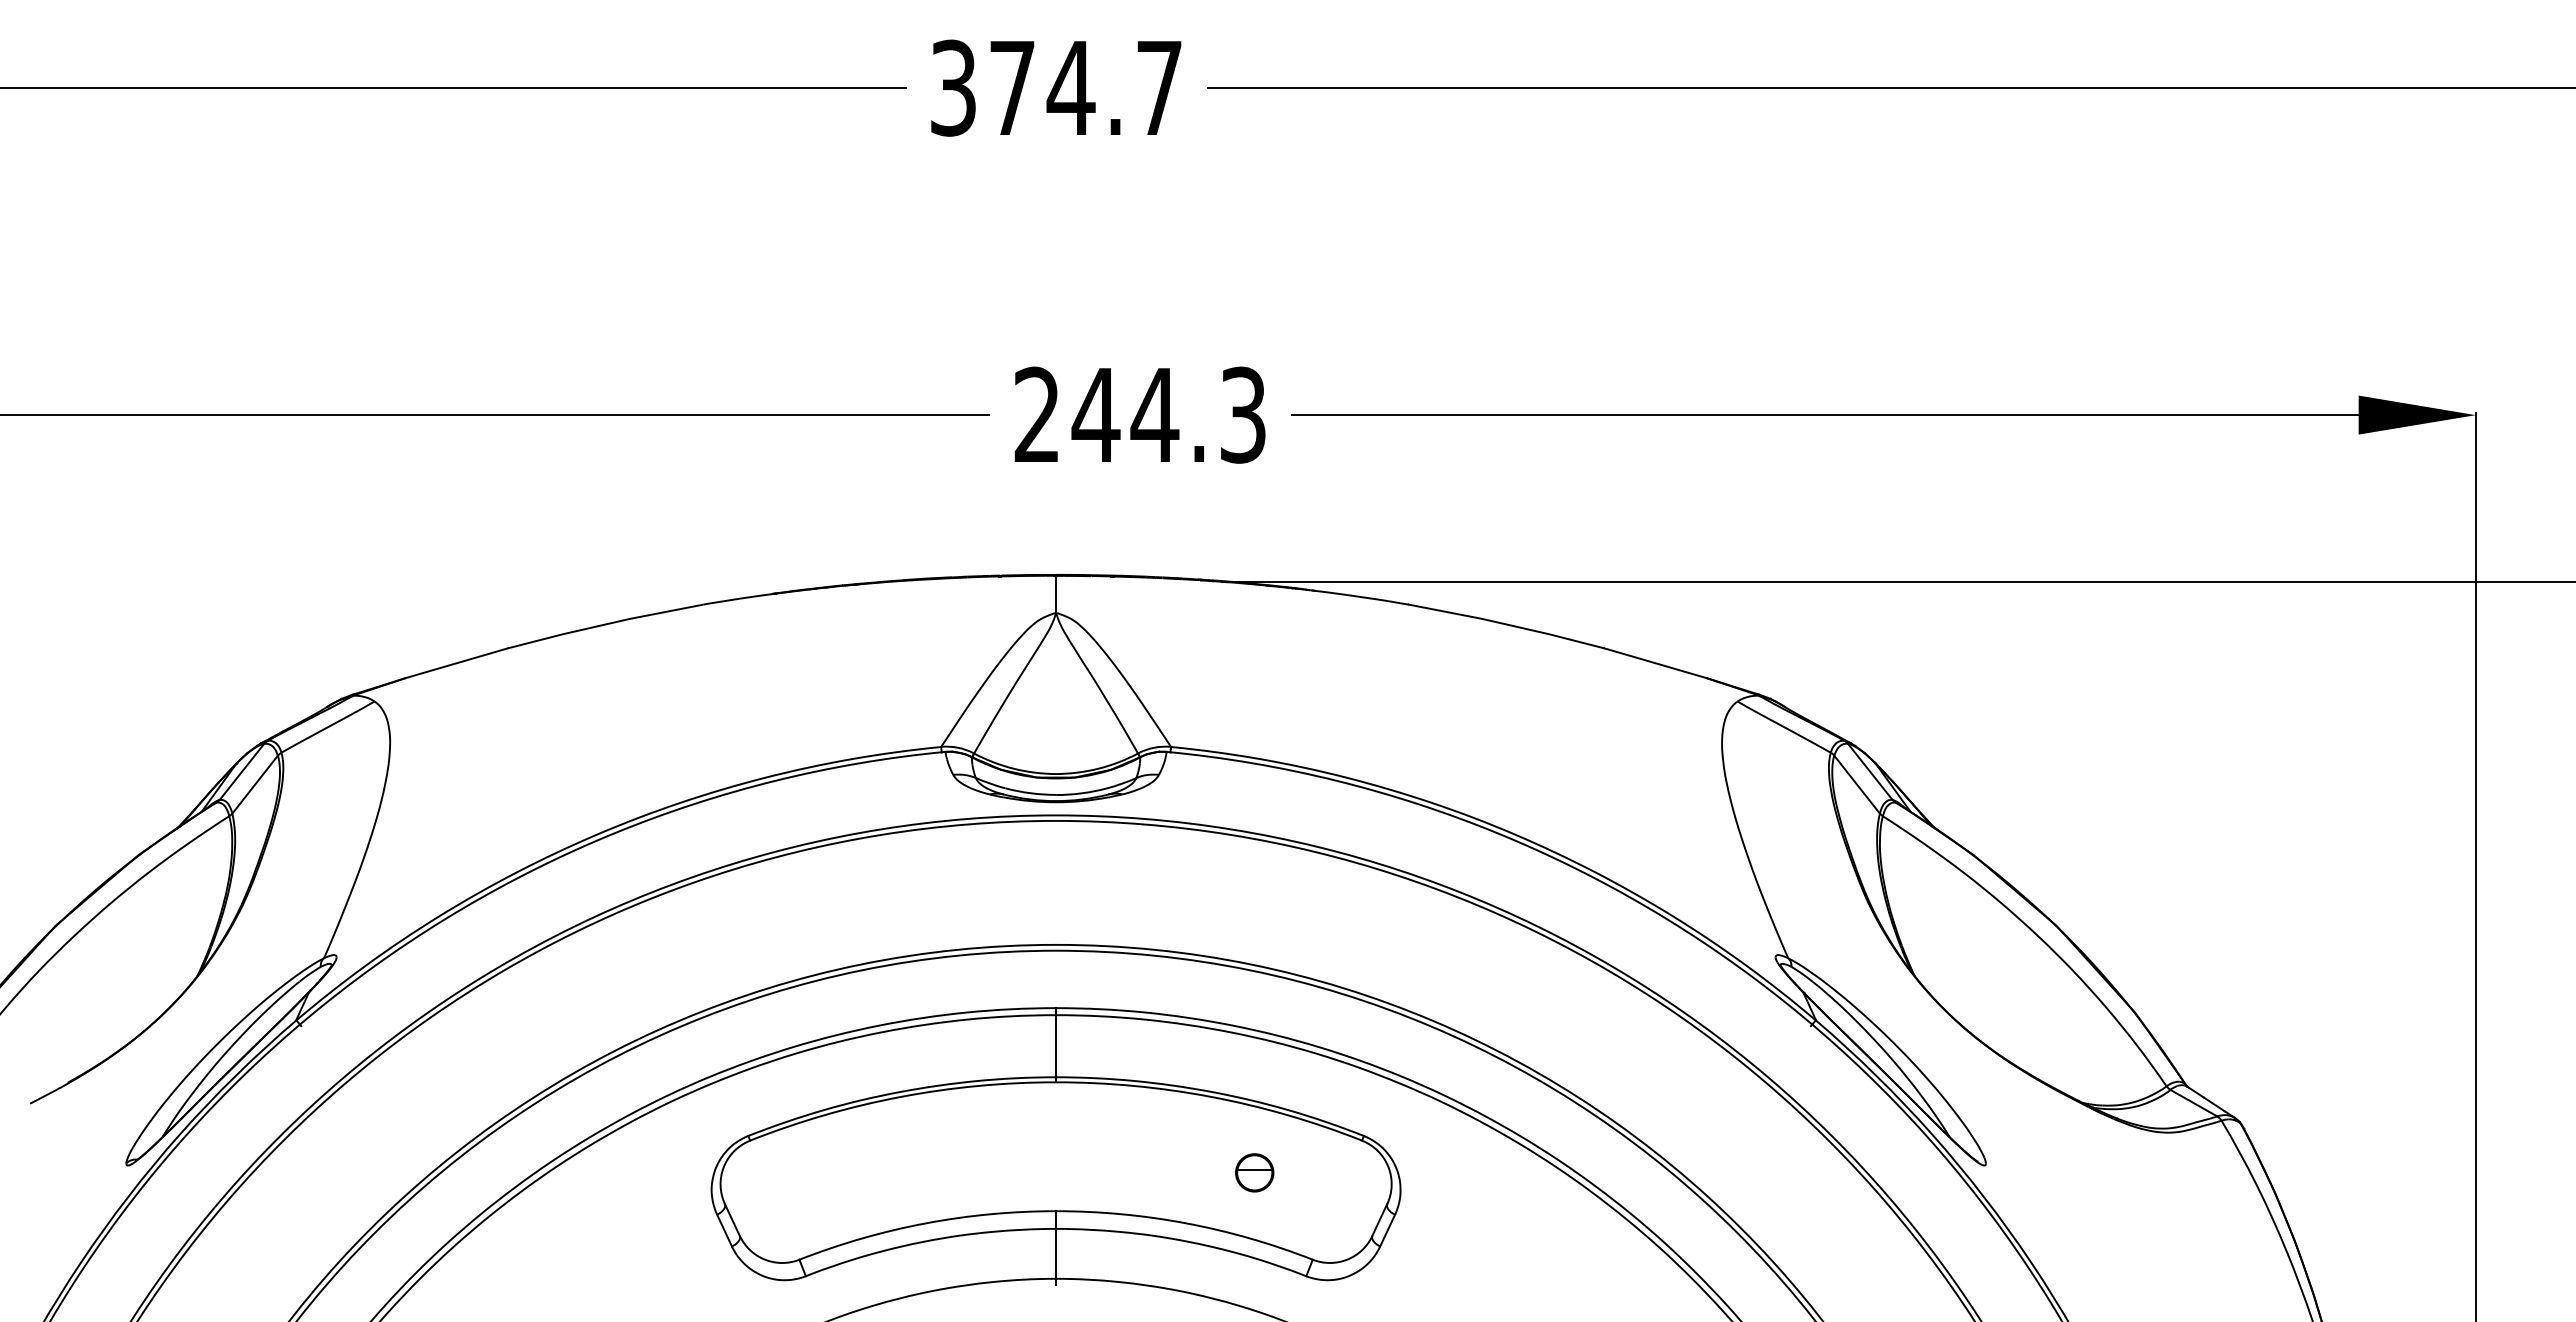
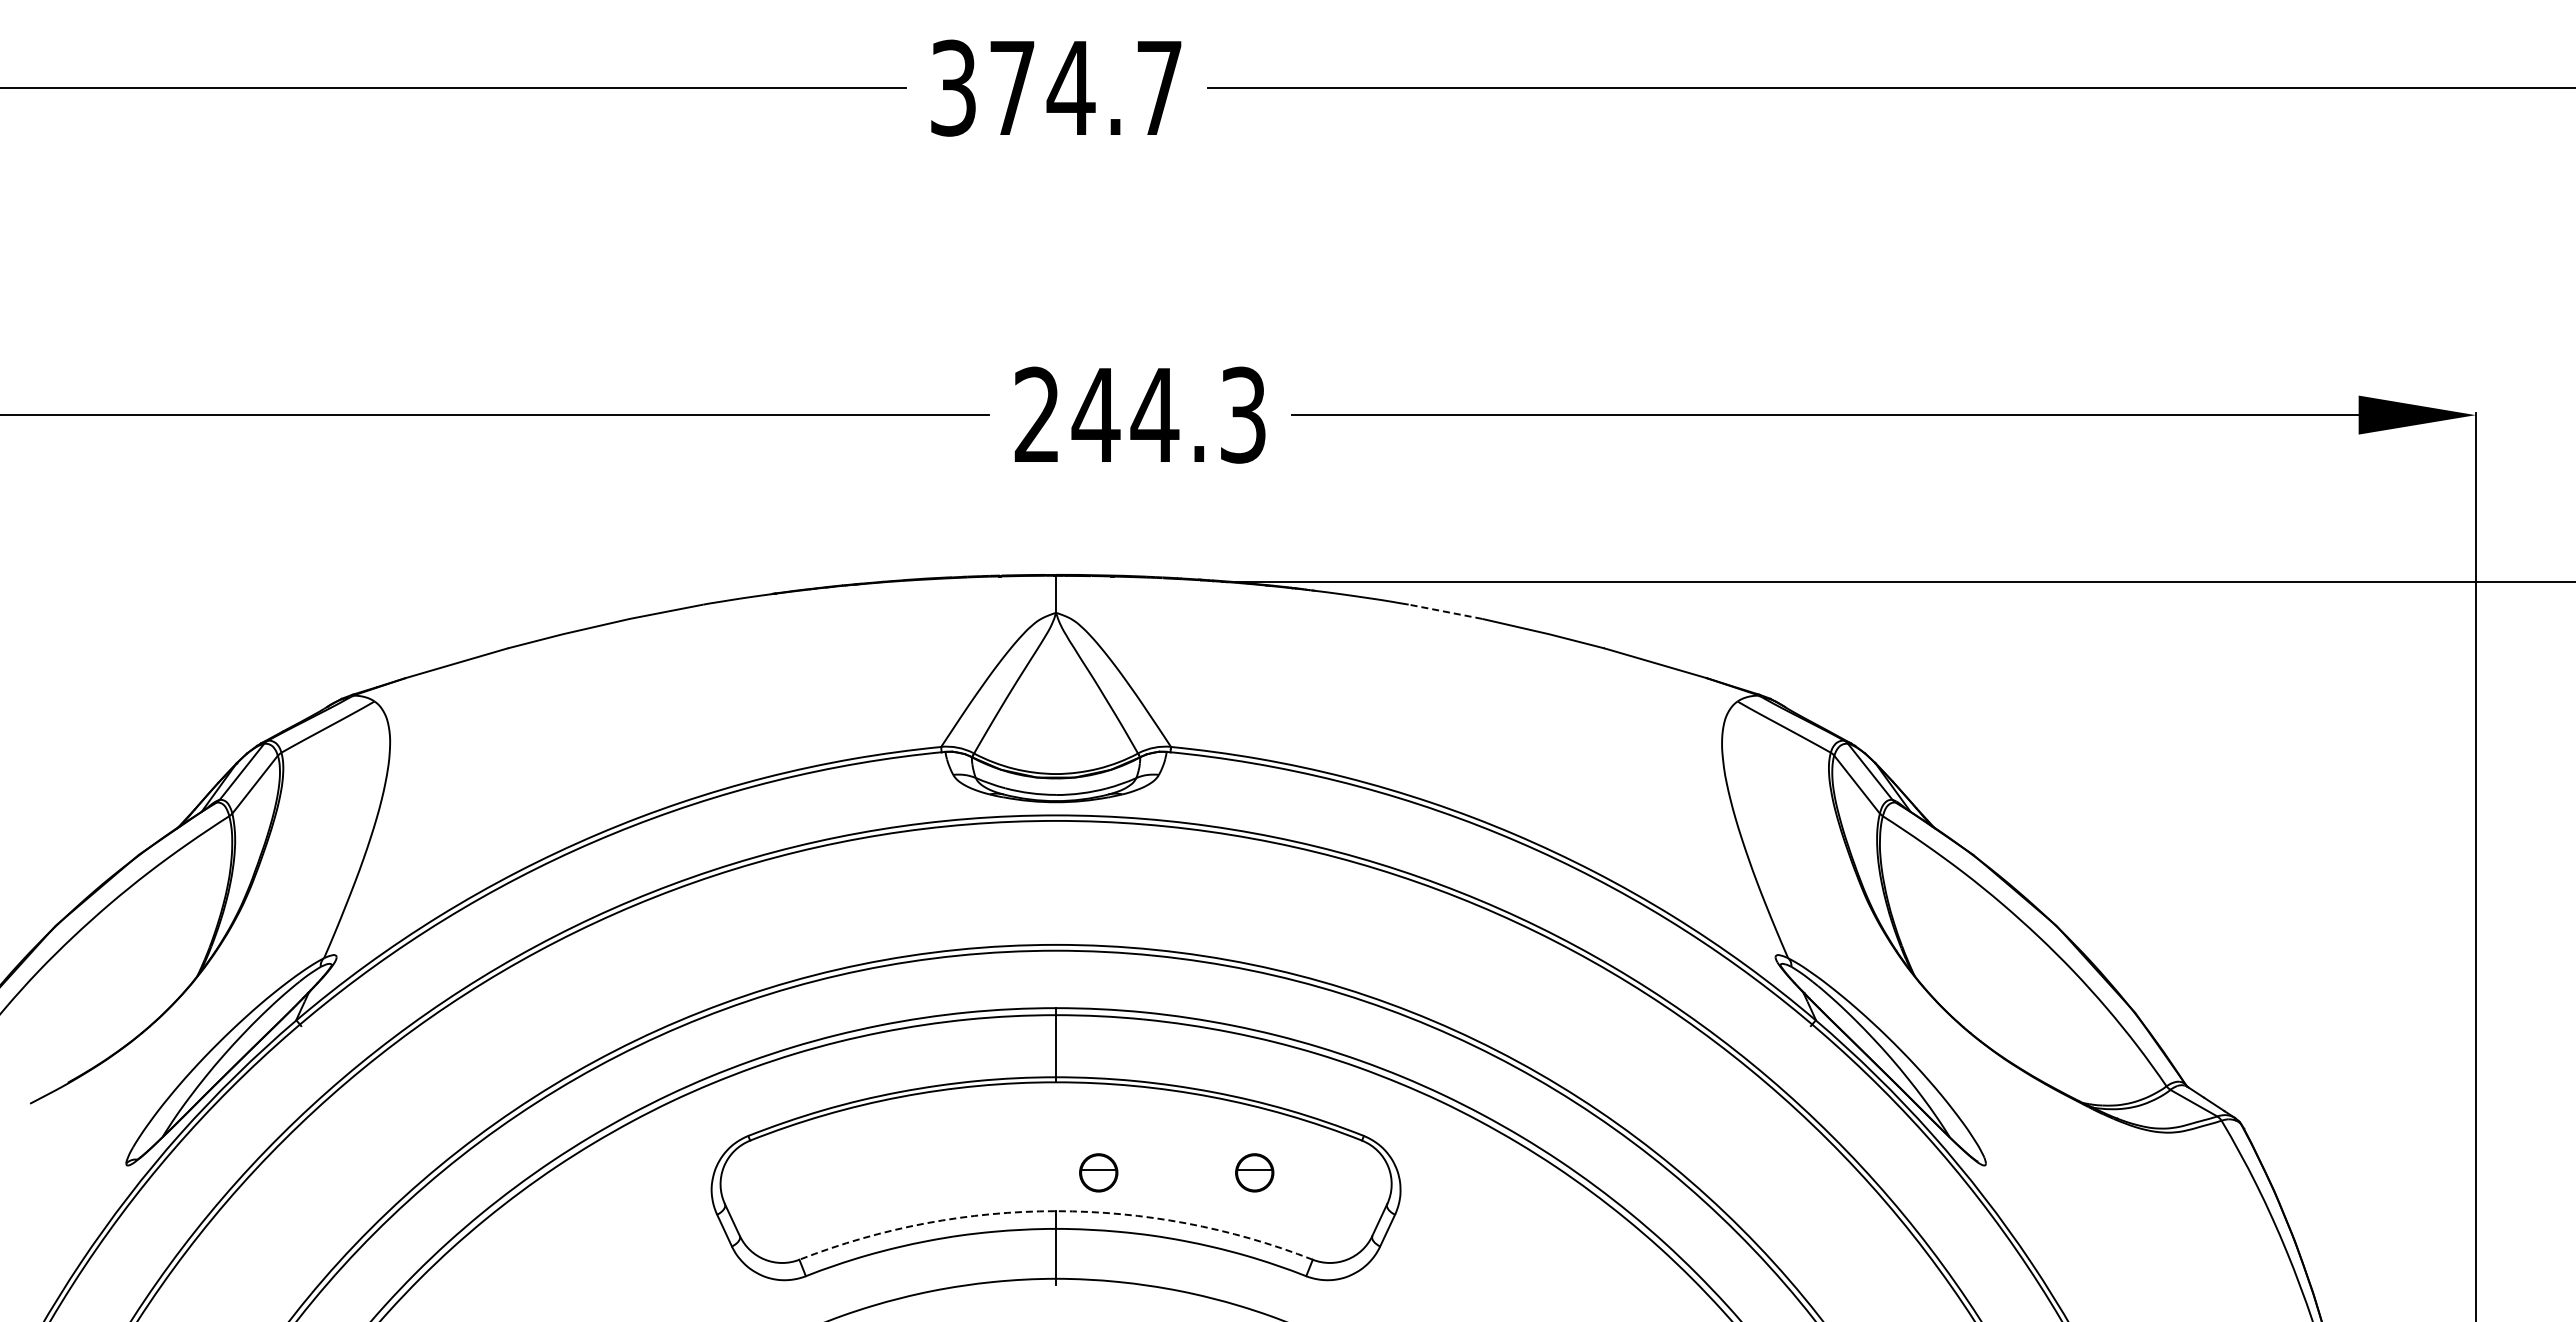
line at (1444, 611): solid -> dashed
part at (1098, 1172): none -> present
arc at (1056, 1211): solid -> dashed
